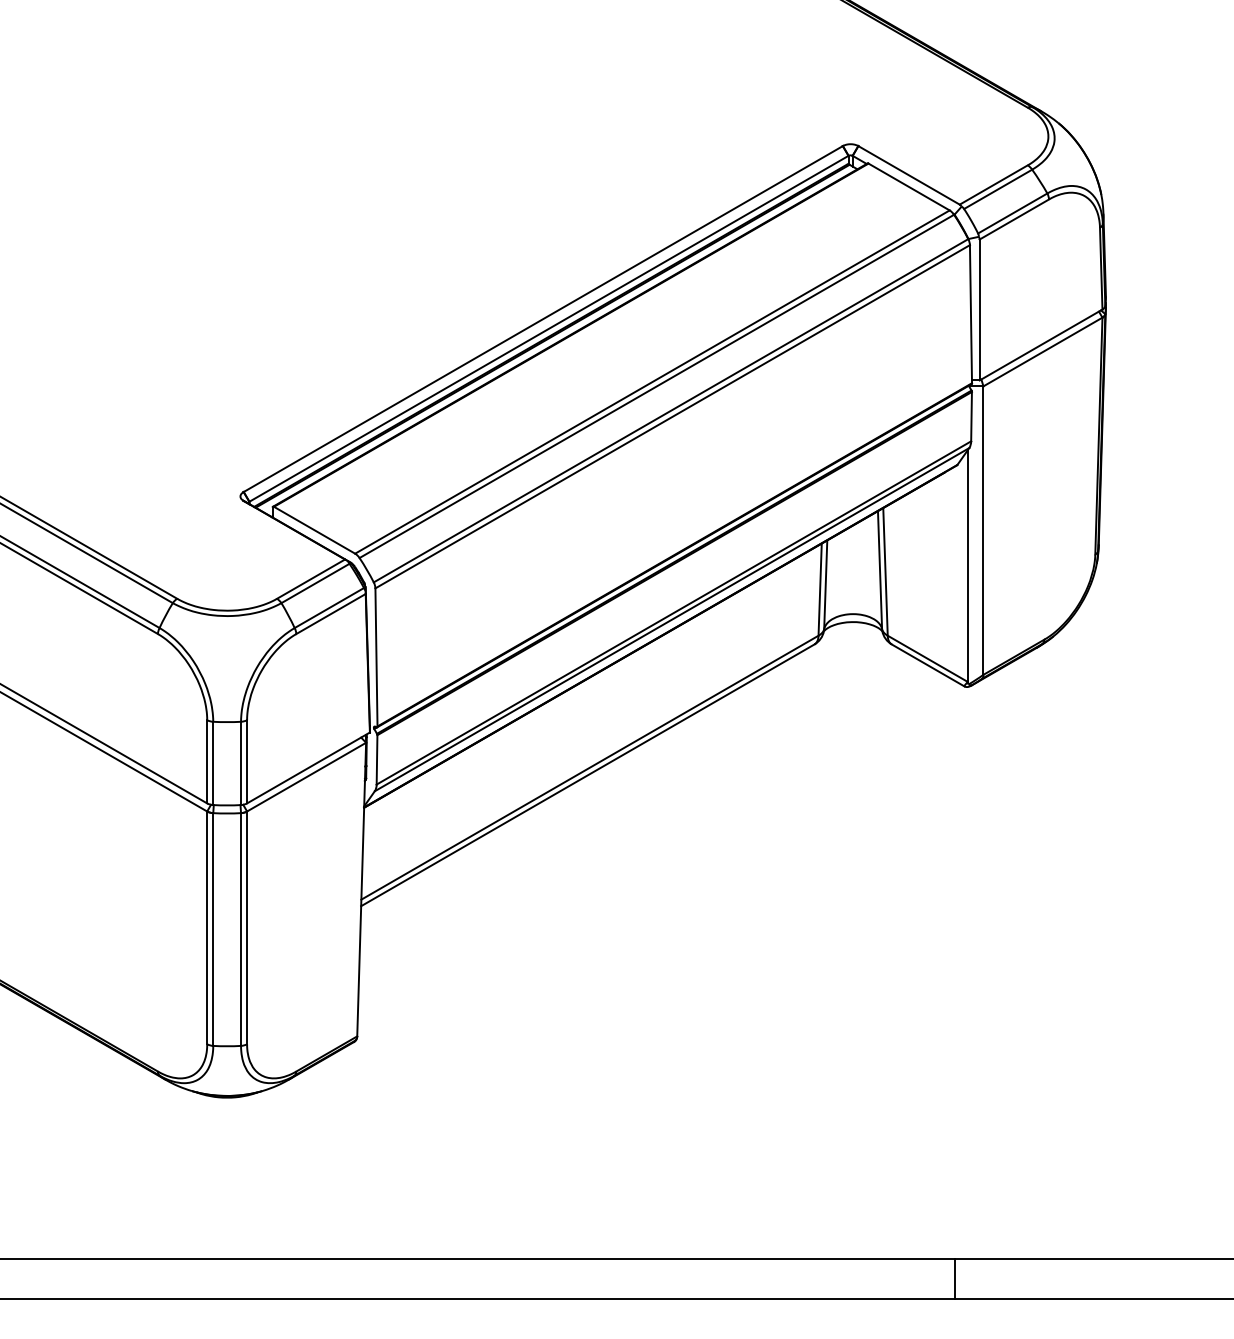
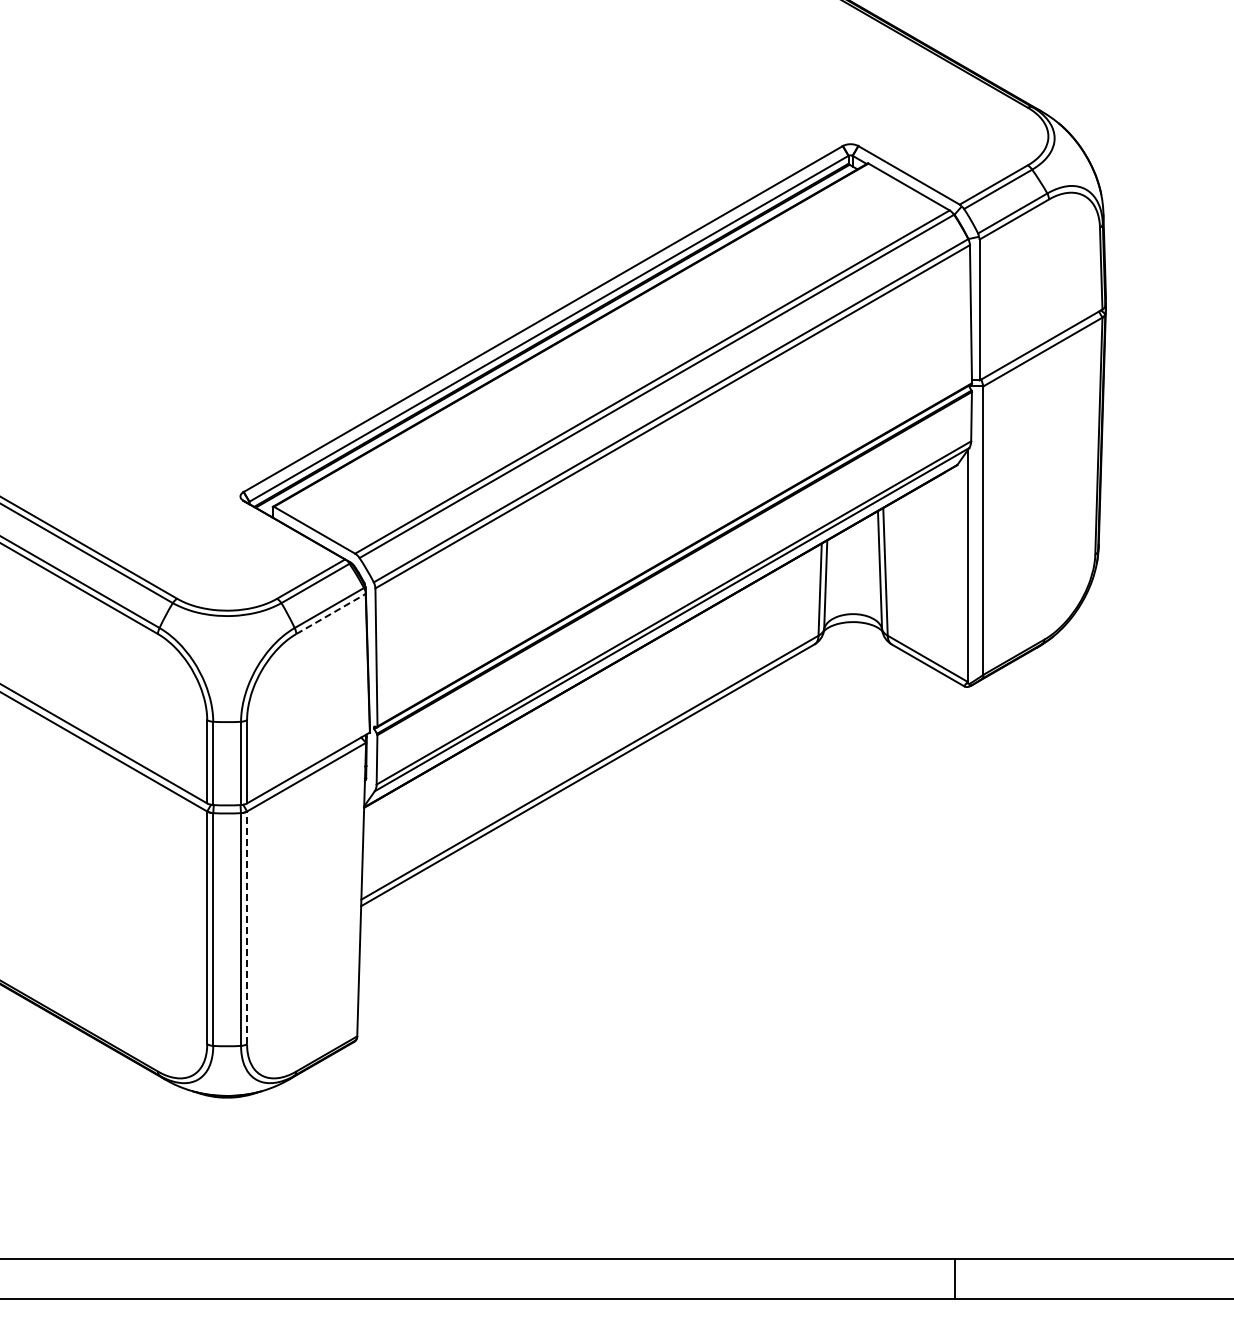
line at (331, 613): solid -> dashed
line at (247, 927): solid -> dashed
